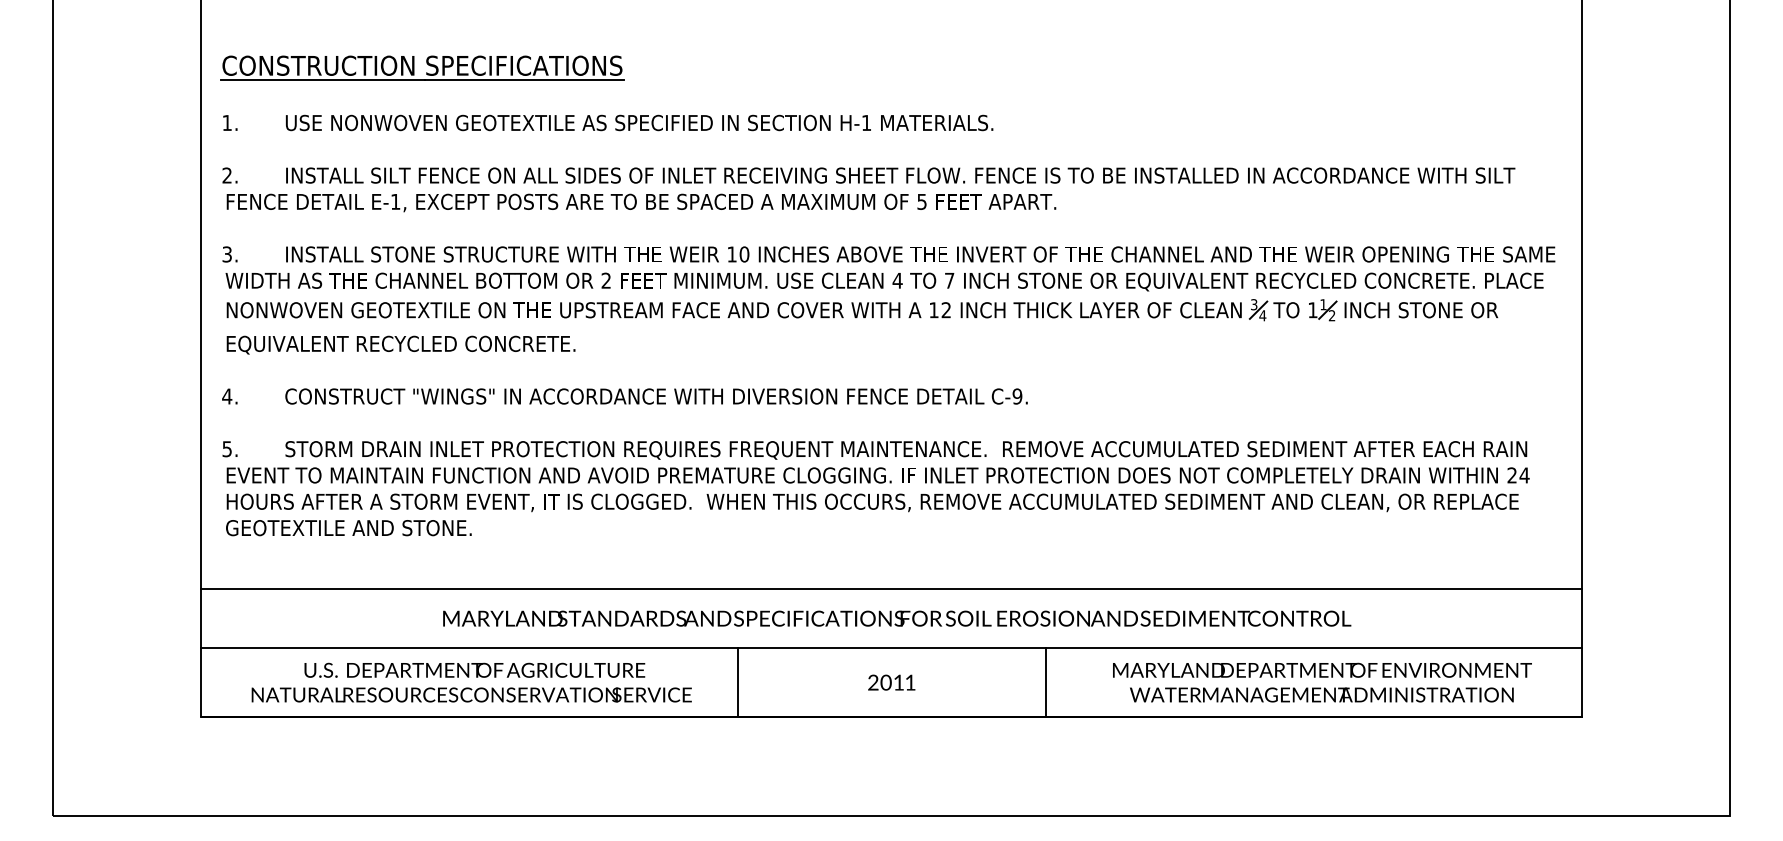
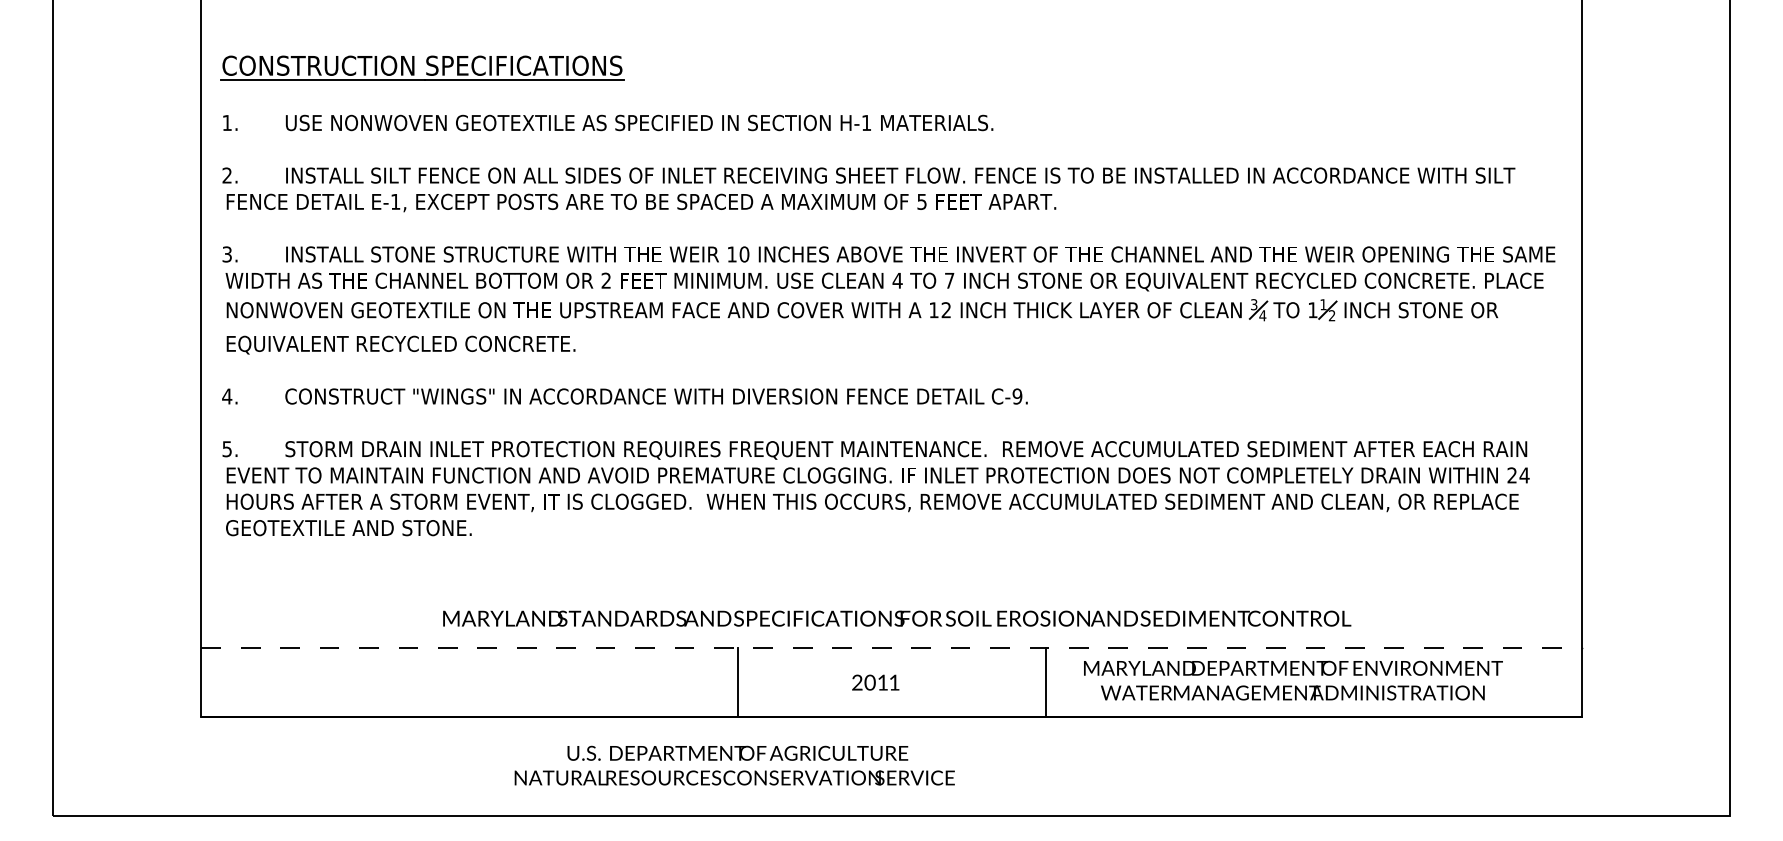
line at (891, 589): present -> none
line at (891, 648): solid -> dashed
text at (471, 682) position: (471, 682) -> (734, 765)
text at (891, 682) position: (891, 682) -> (875, 682)
text at (1322, 682) position: (1322, 682) -> (1293, 680)
